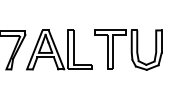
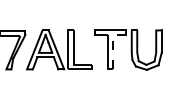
line at (113, 44): solid -> dashed
